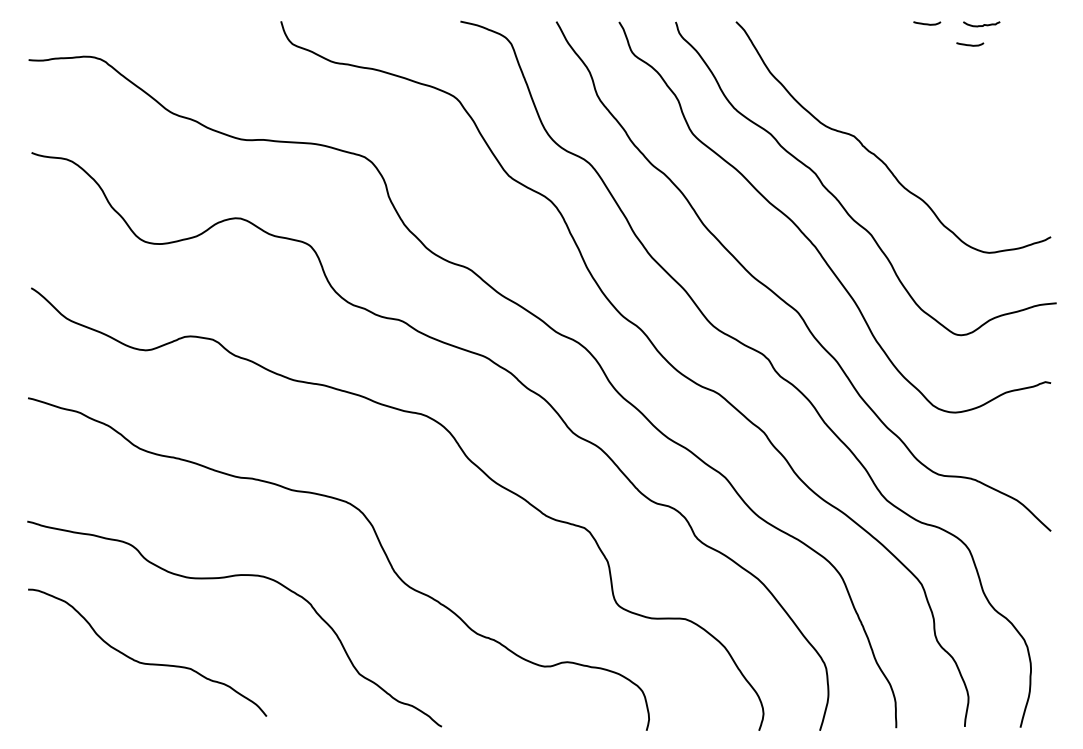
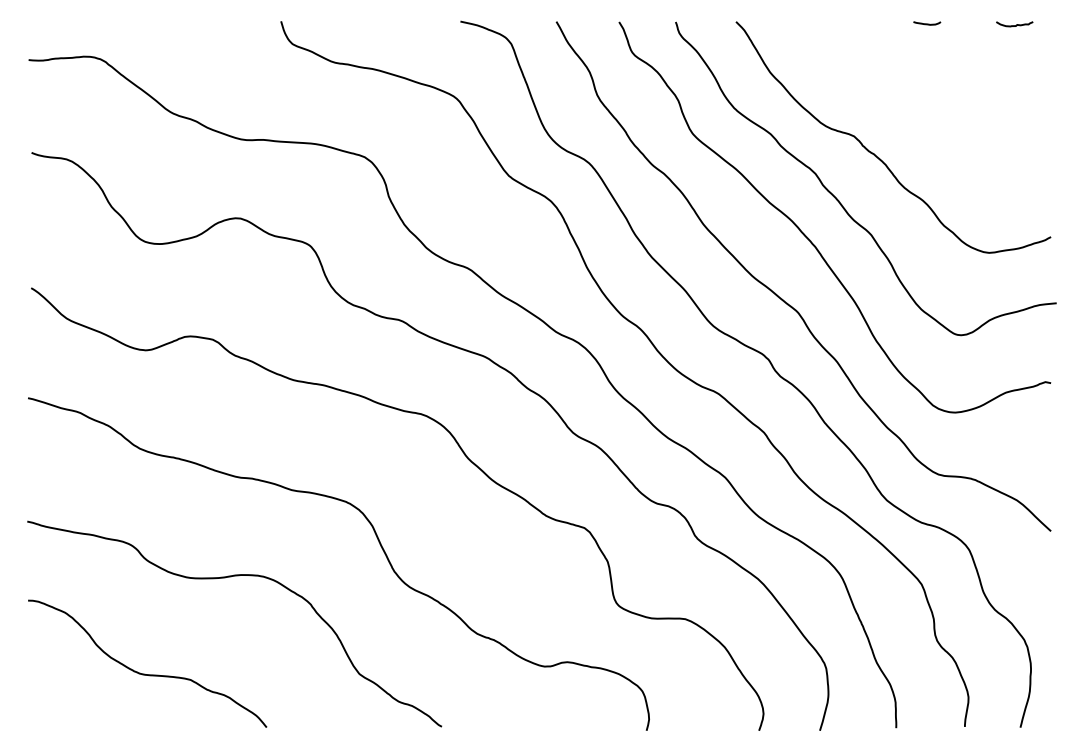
curve at (981, 25) position: (981, 25) -> (1014, 25)
curve at (970, 44): present -> none
curve at (144, 662) position: (144, 662) -> (144, 673)
